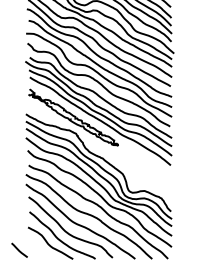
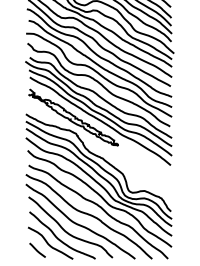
line at (19, 249) position: (19, 249) -> (37, 249)
